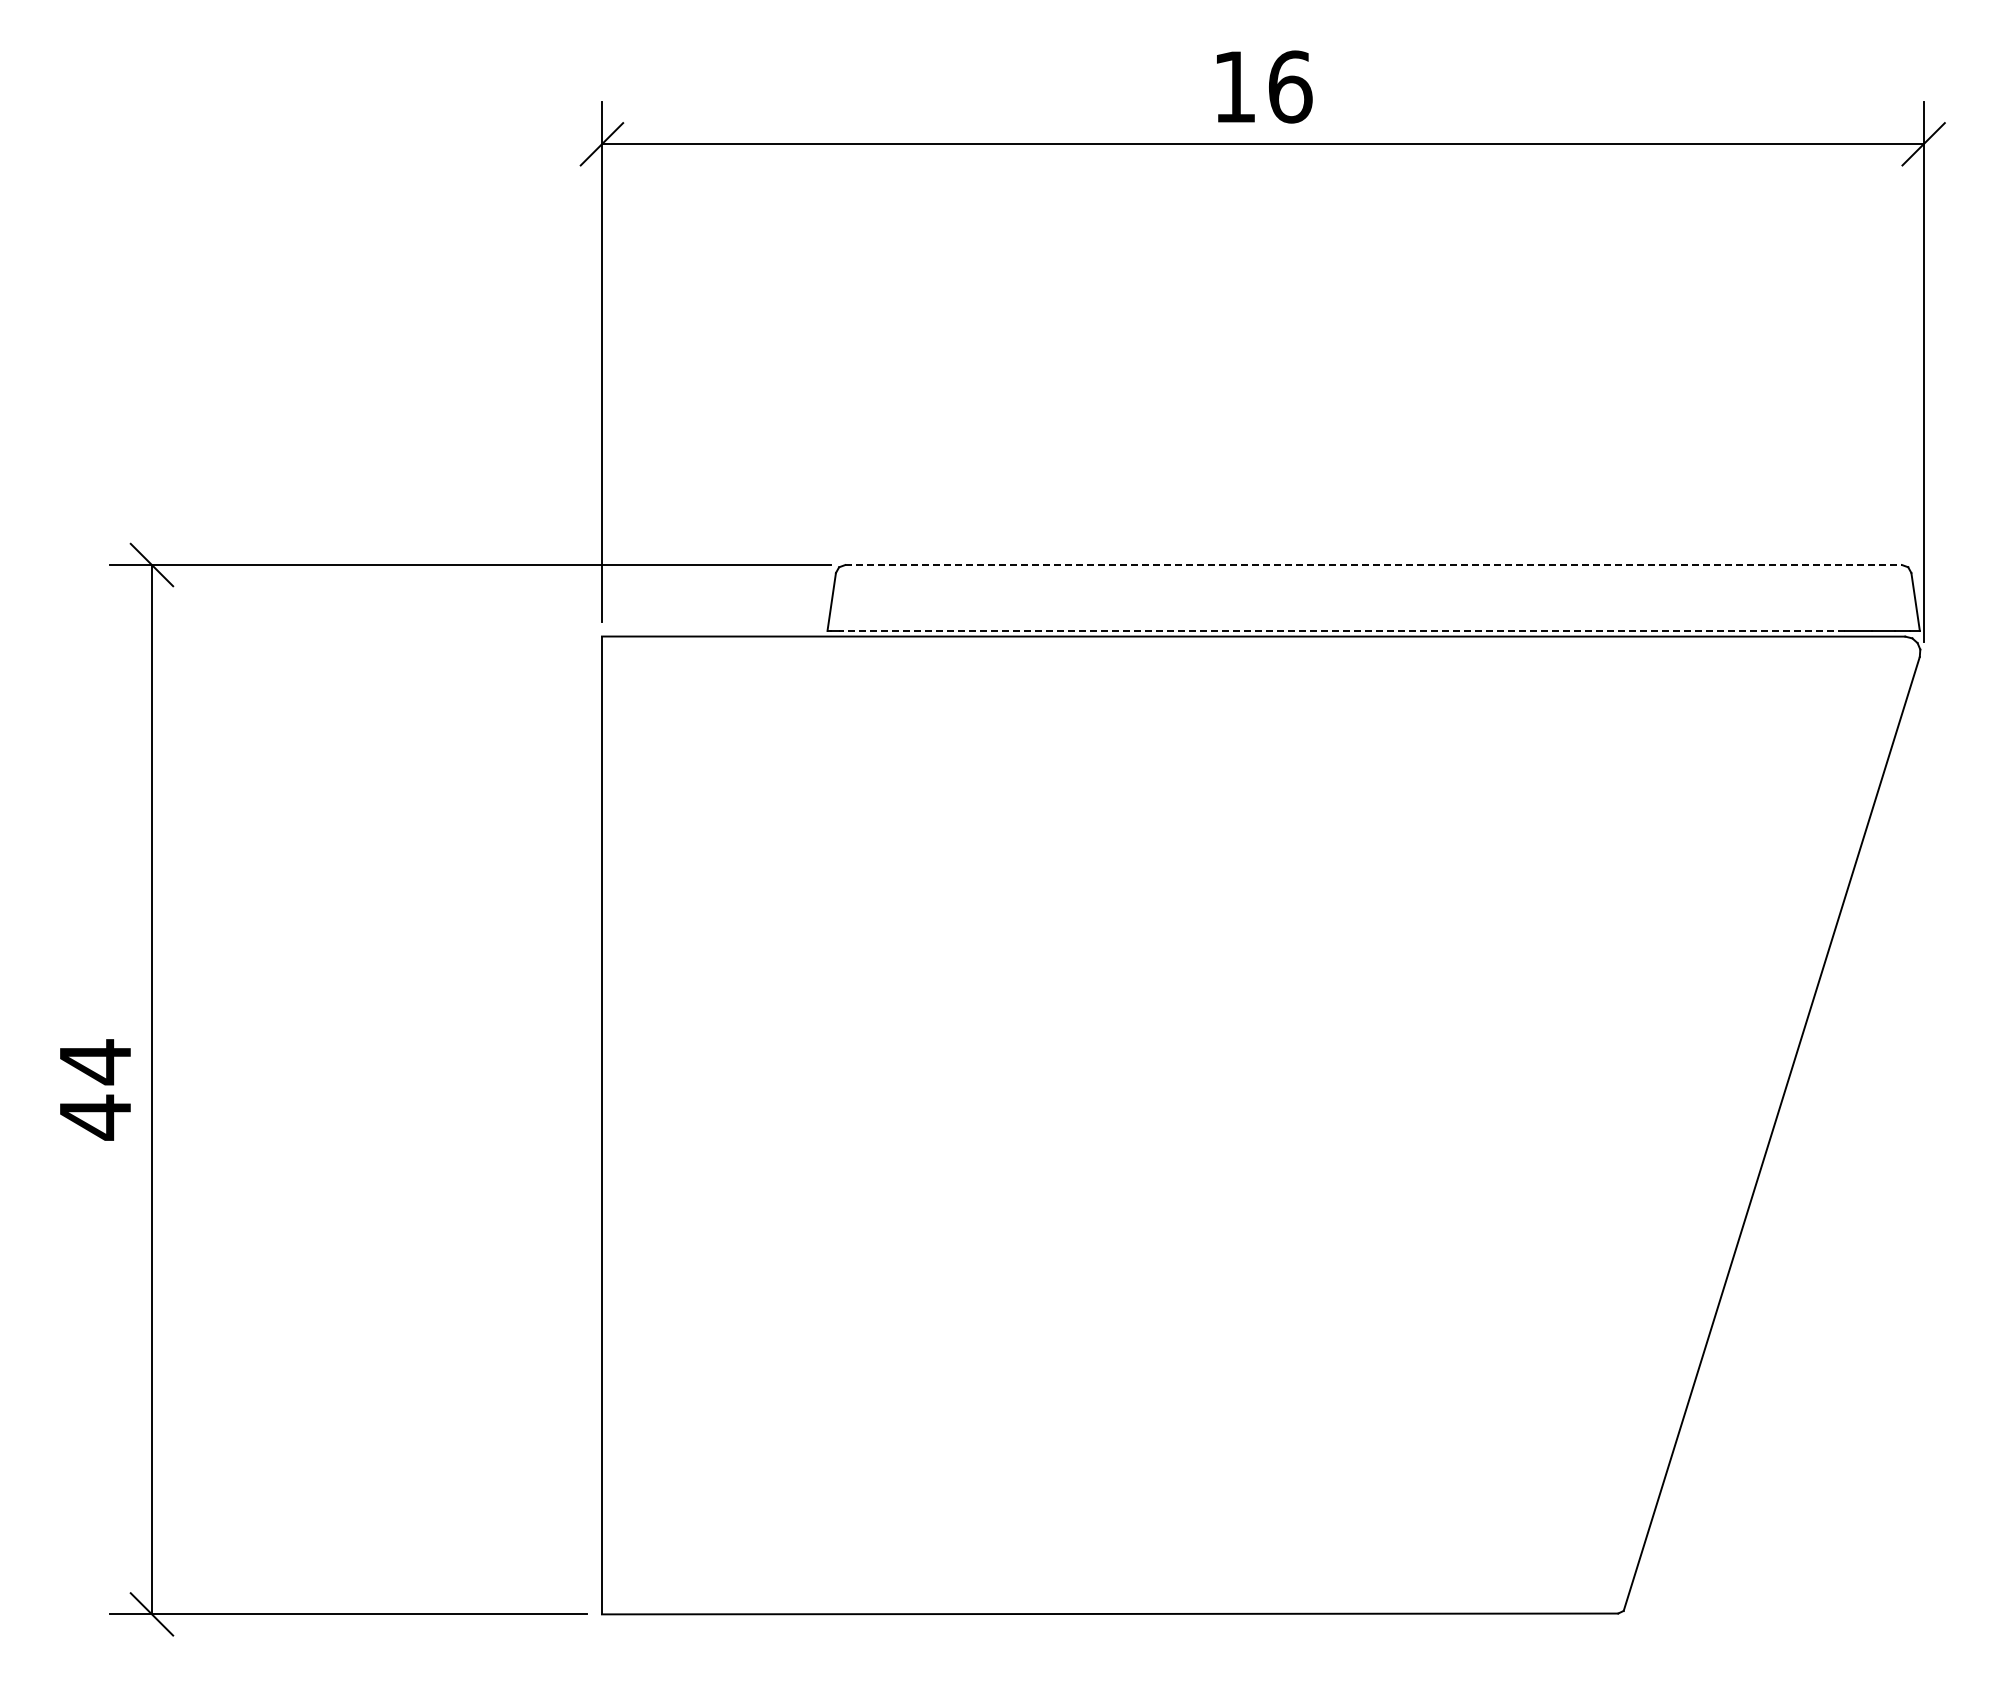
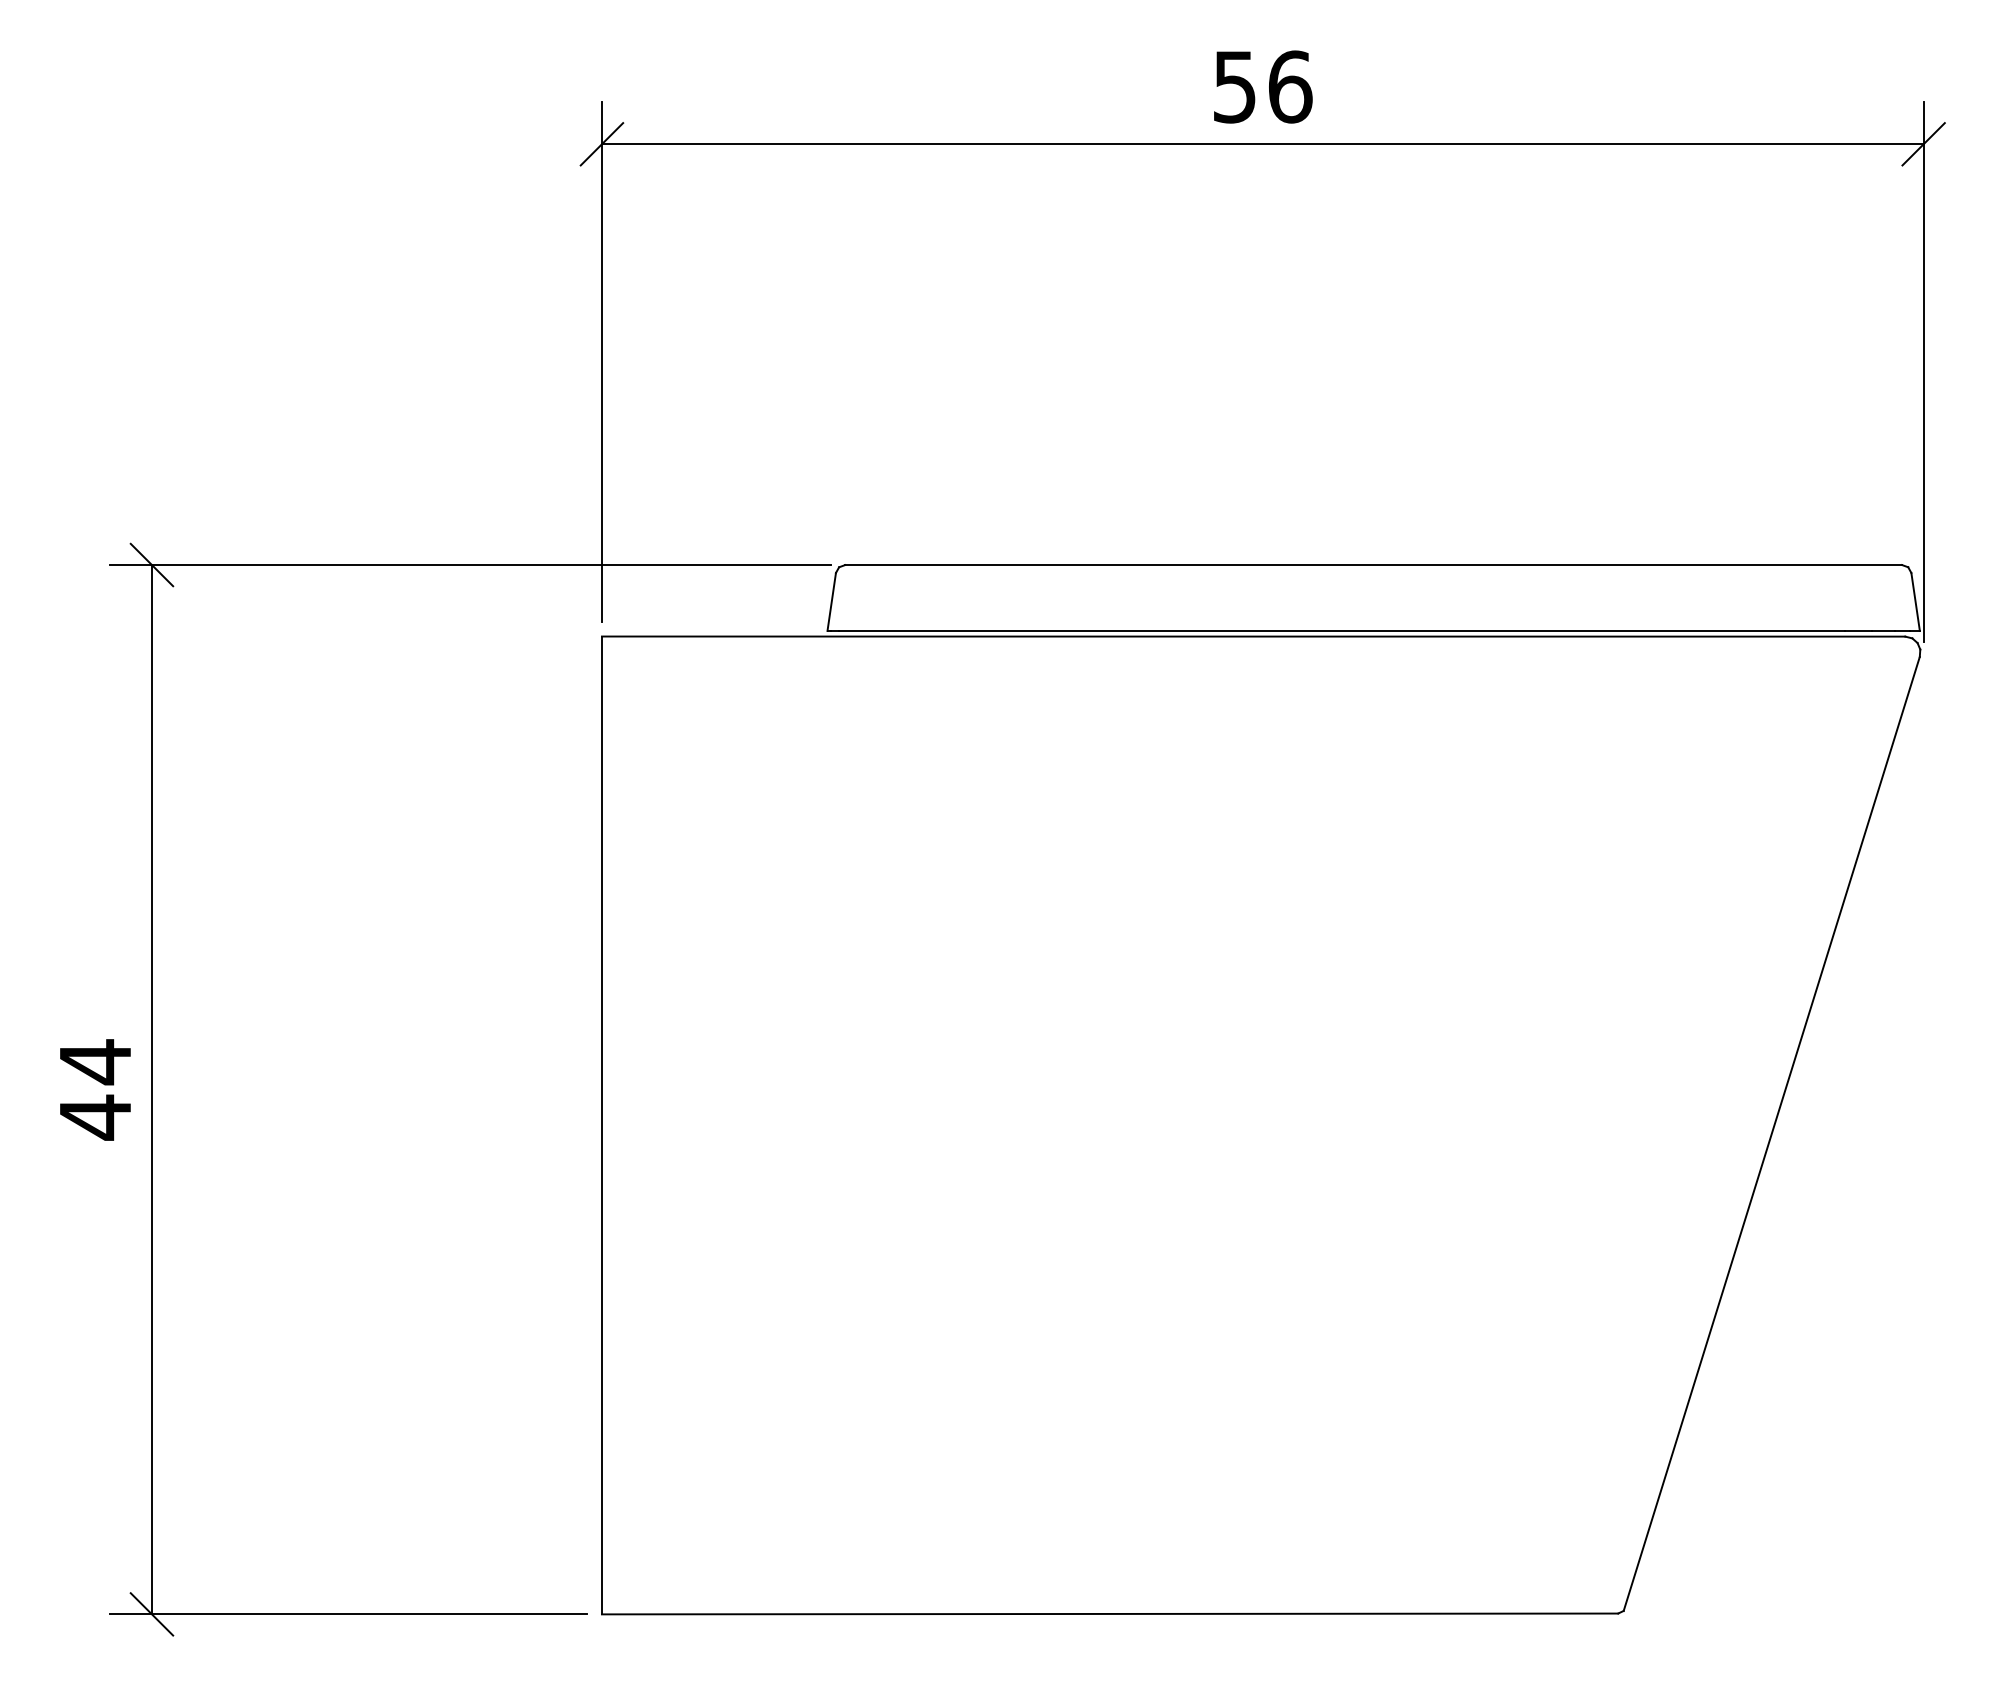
text at (1234, 87): 16 -> 56
line at (1374, 565): dashed -> solid
line at (1342, 630): dashed -> solid
